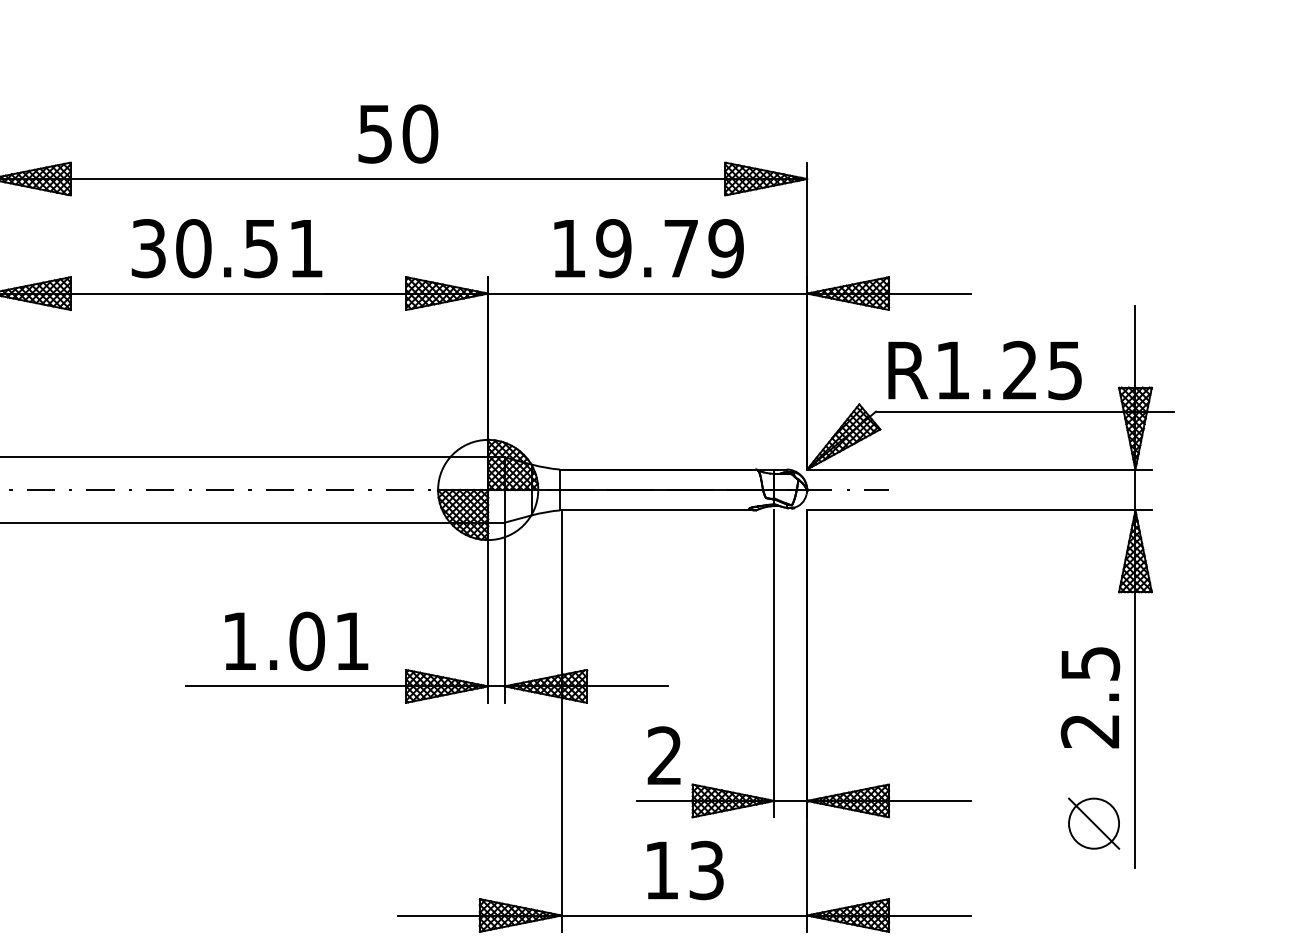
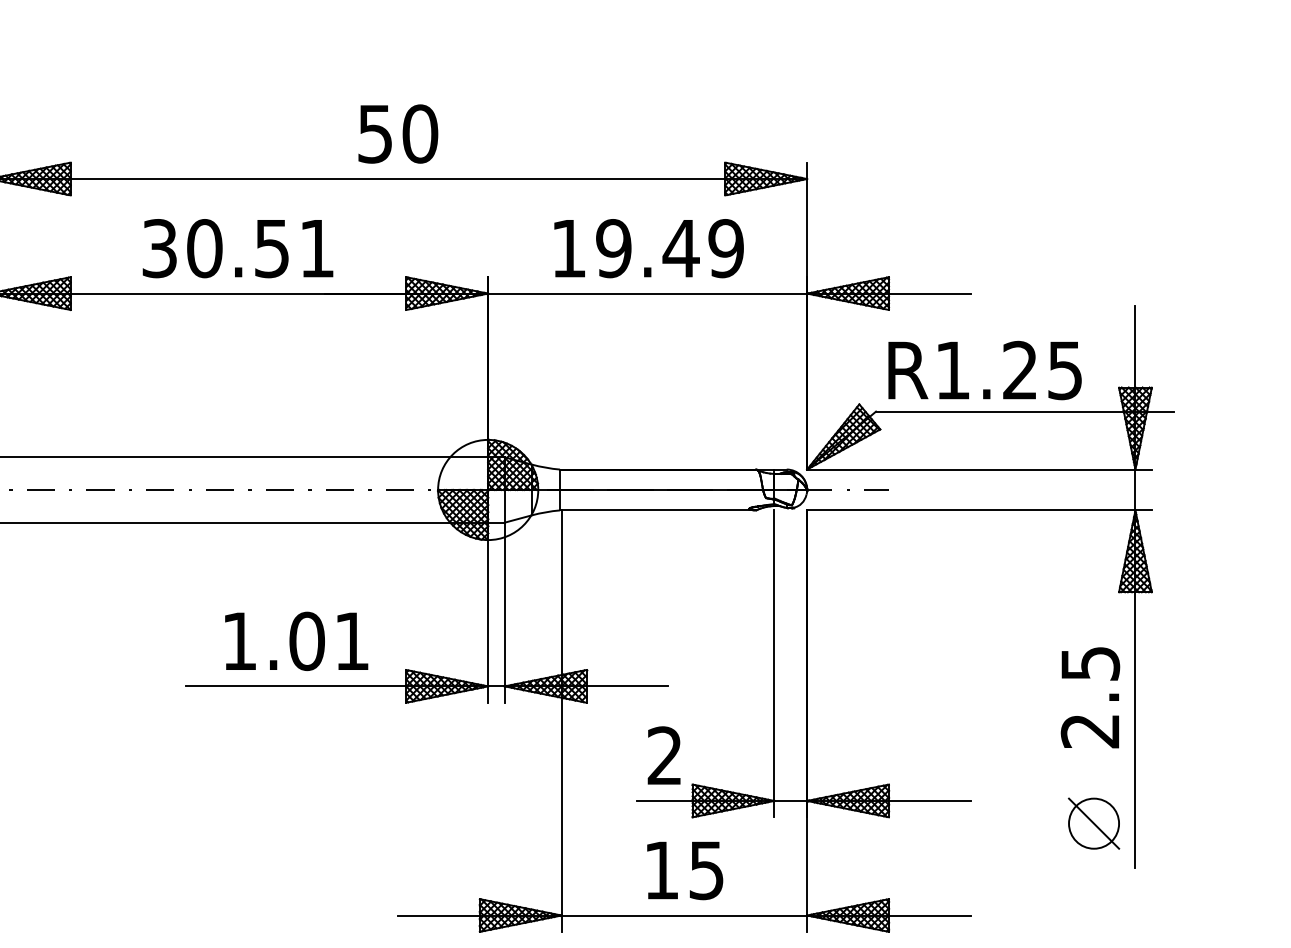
text at (226, 248) position: (226, 248) -> (237, 248)
text at (680, 248): 19.79 -> 19.49
text at (706, 869): 13 -> 15
